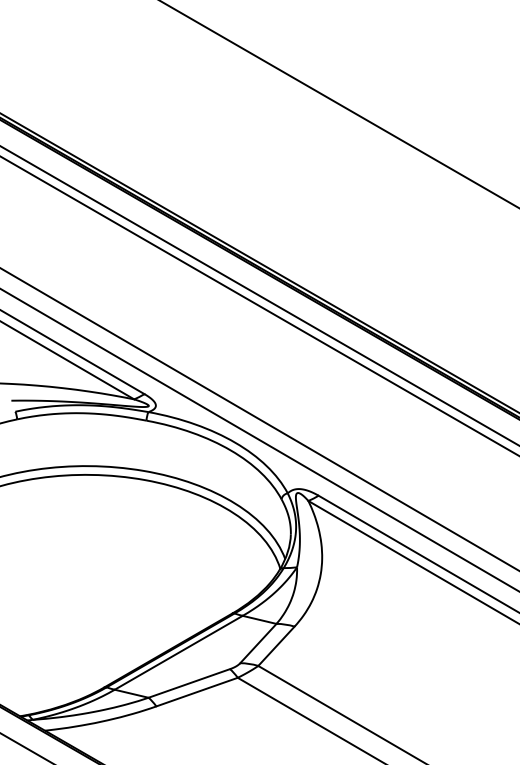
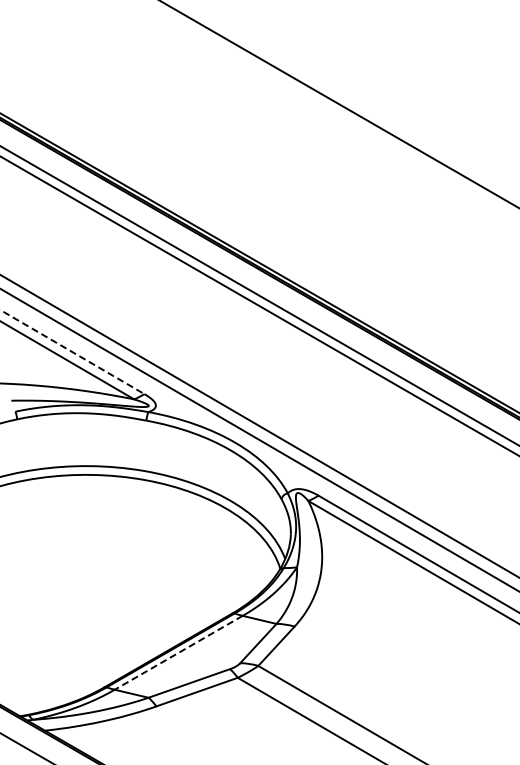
line at (72, 352): solid -> dashed
line at (259, 419) position: (259, 419) -> (259, 425)
line at (178, 652): solid -> dashed
